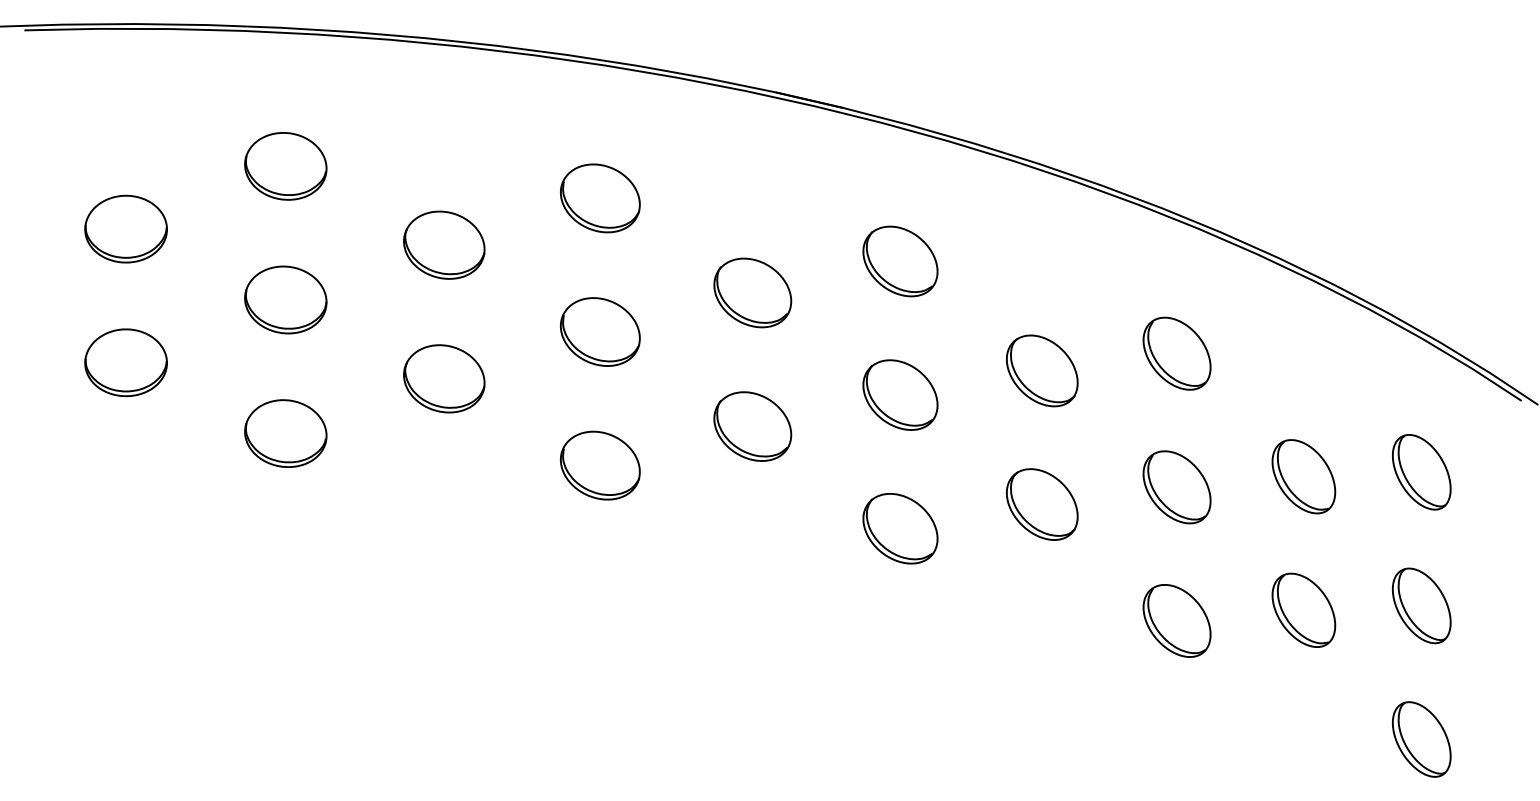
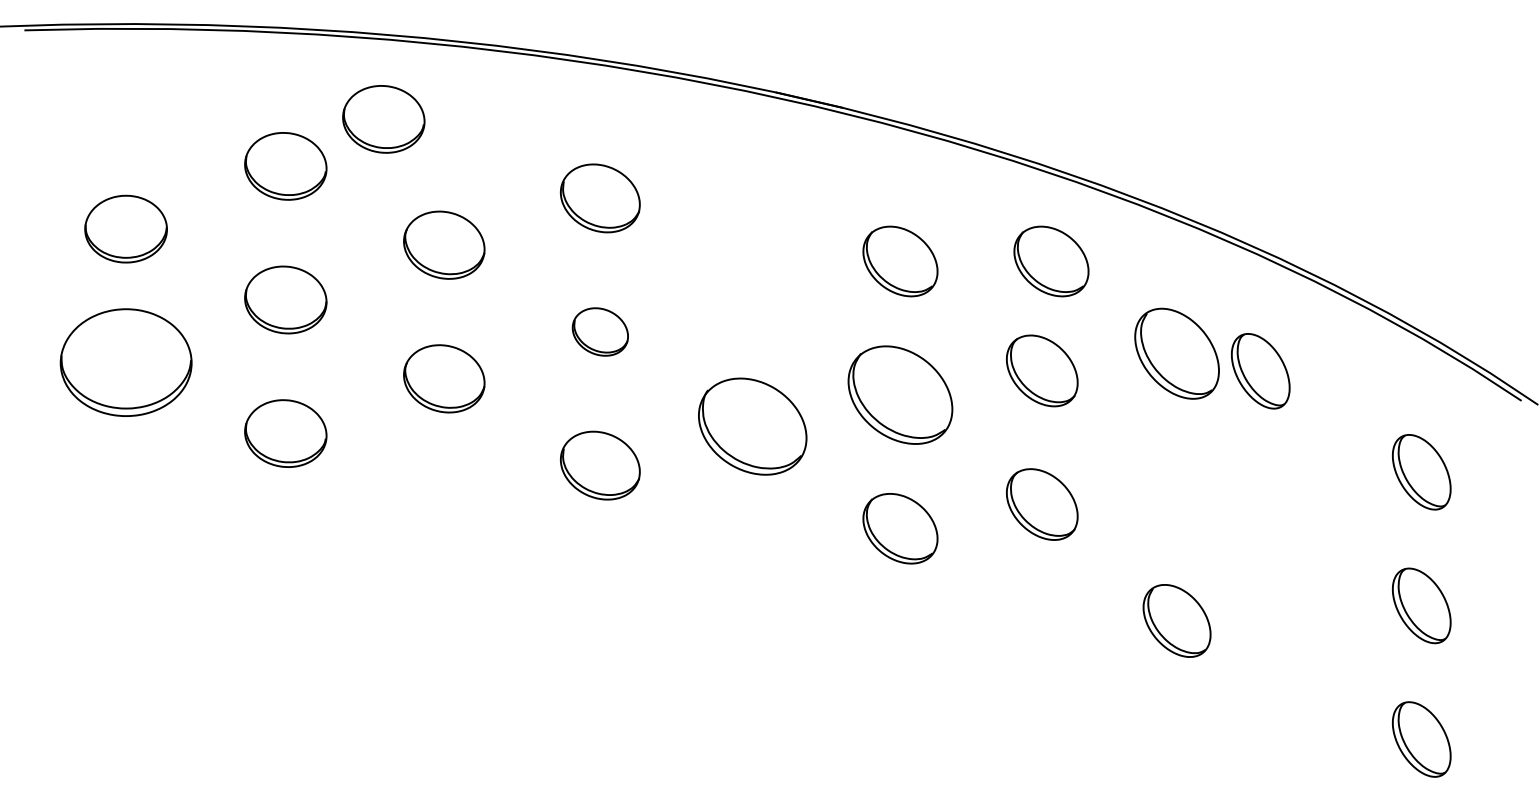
part at (383, 119): none -> present
part at (1051, 261): none -> present
part at (752, 292): present -> none
part at (600, 331) size: 81x70 px -> 58x50 px
part at (1176, 353) size: 70x75 px -> 86x93 px
part at (125, 362) size: 84x70 px -> 134x109 px
part at (1260, 371): none -> present
part at (900, 394) size: 77x72 px -> 107x100 px
part at (752, 426) size: 80x71 px -> 110x99 px
part at (1303, 476): present -> none
part at (1176, 487): present -> none
part at (1303, 609): present -> none
